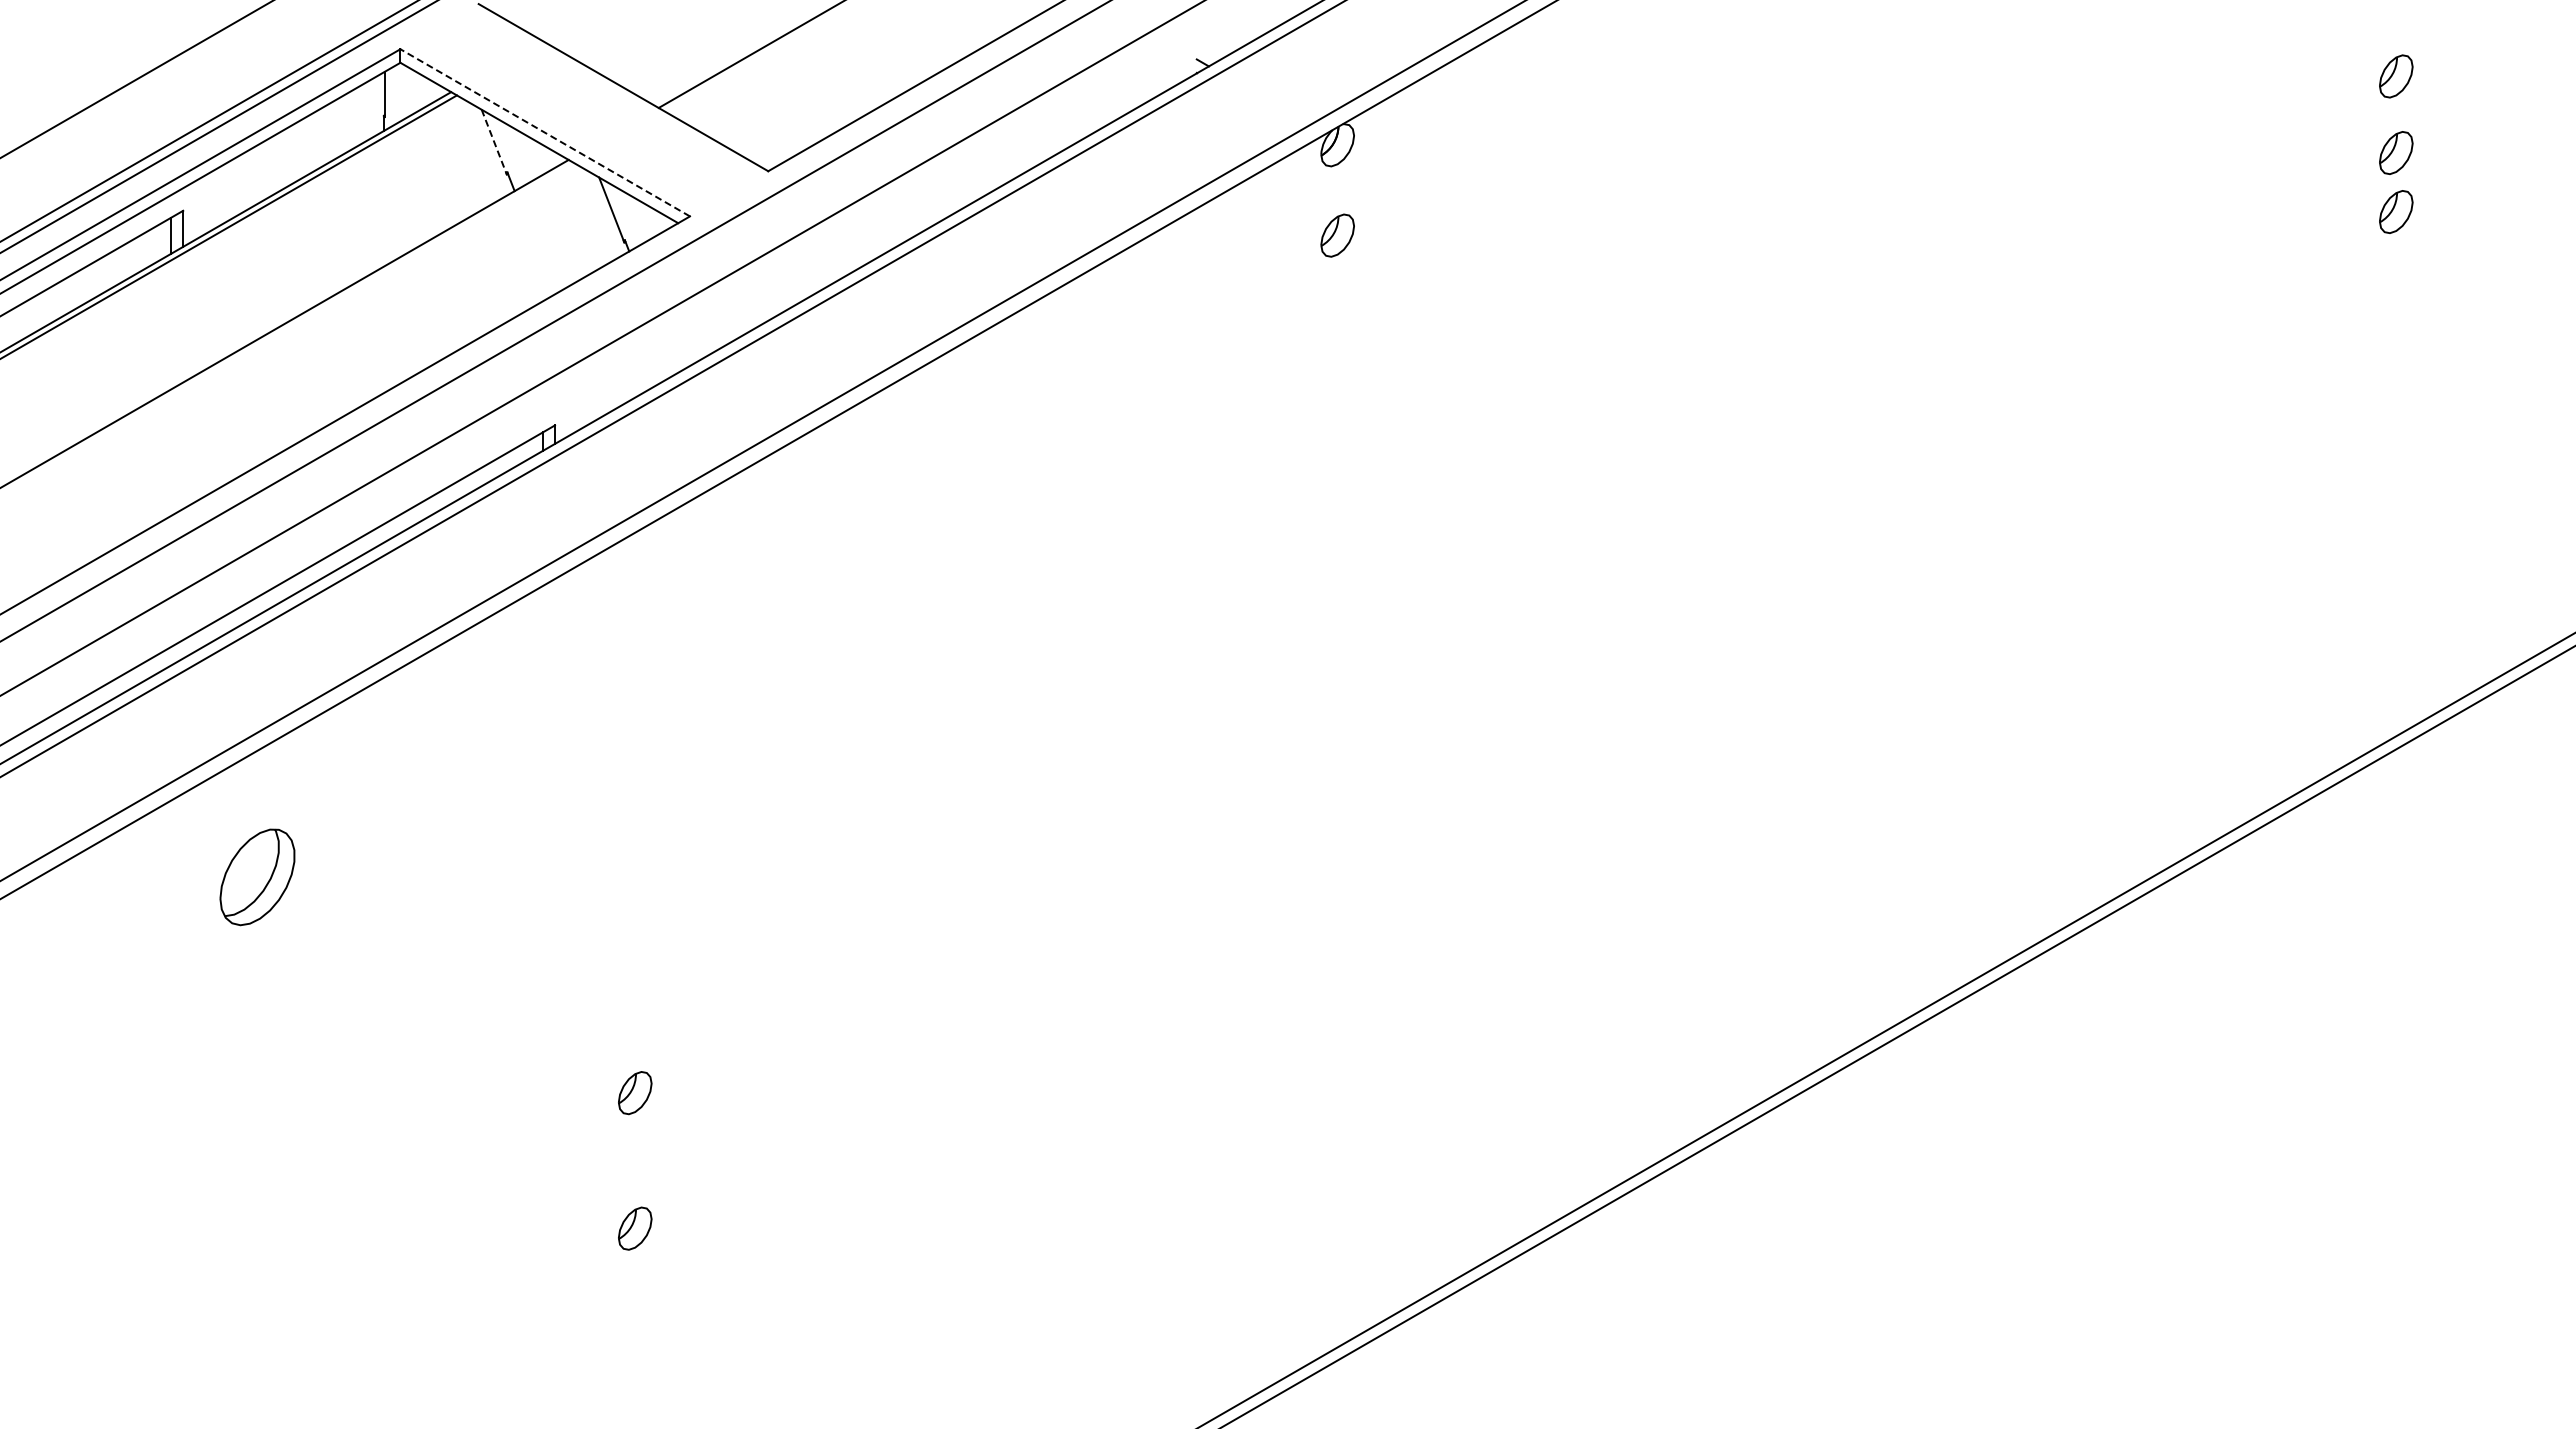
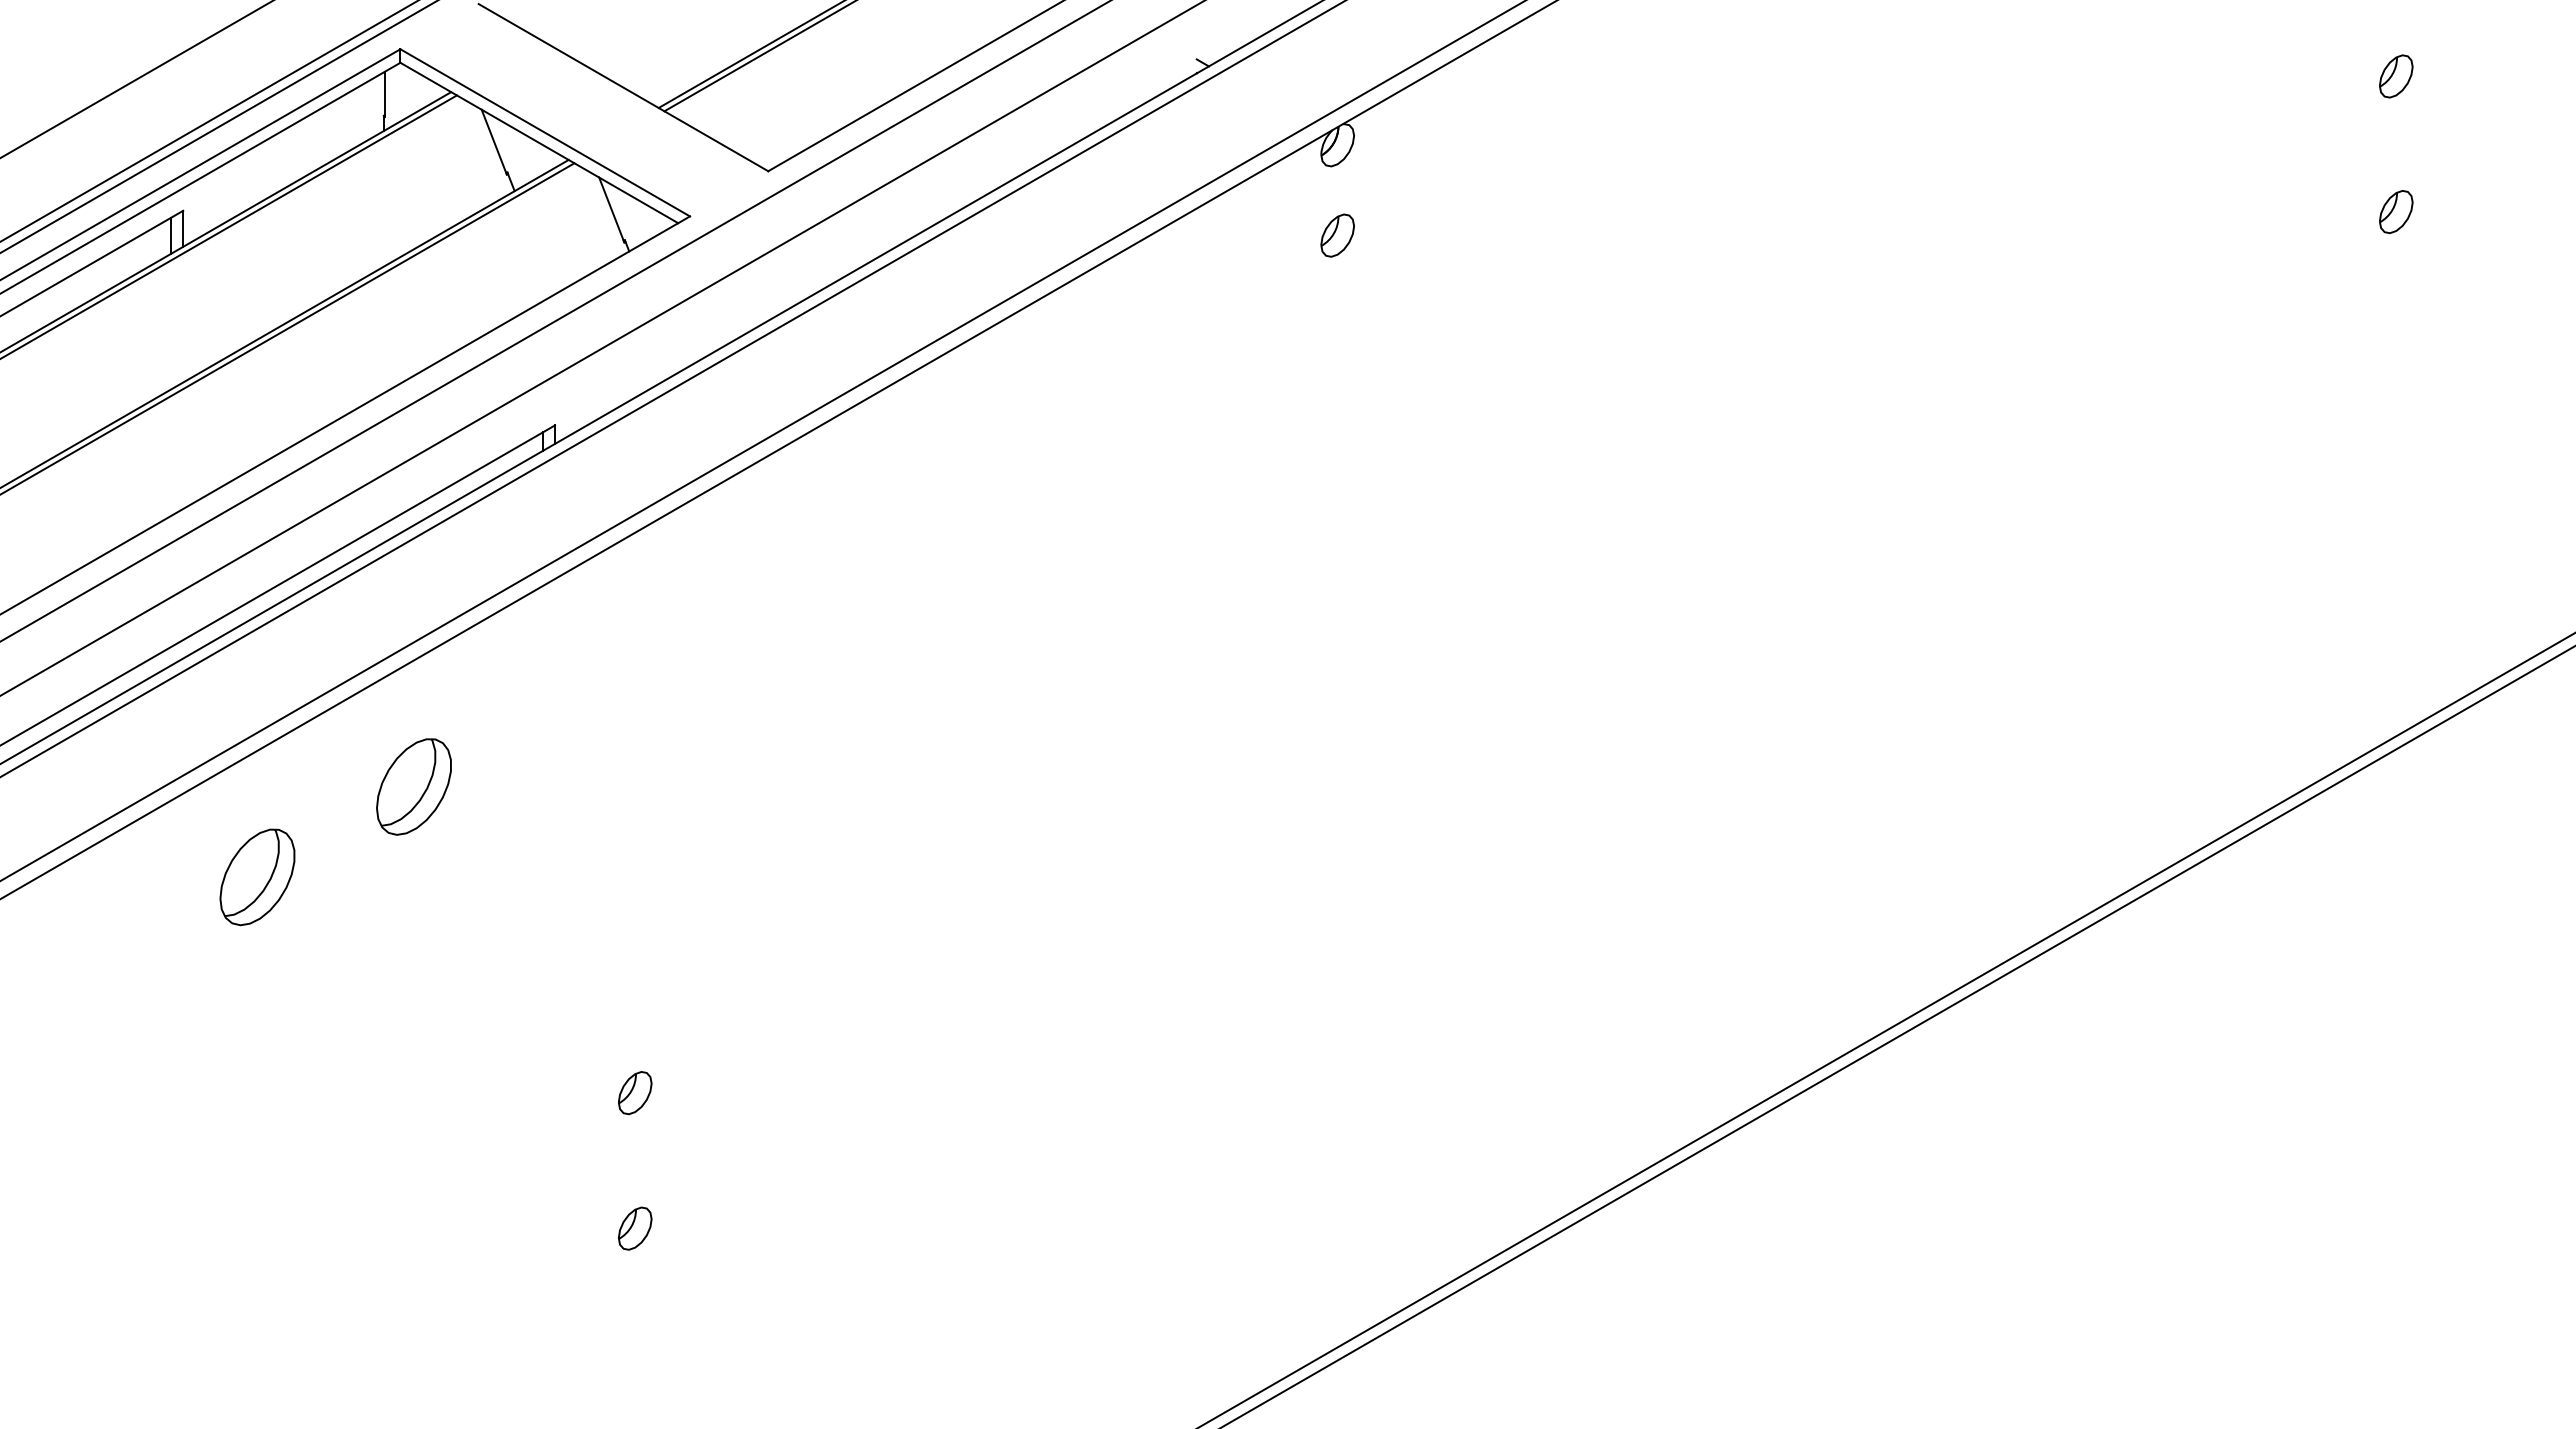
line at (758, 56): none -> present
line at (544, 132): dashed -> solid
line at (494, 142): dashed -> solid
part at (2396, 152): present -> none
line at (288, 328): none -> present
part at (413, 786): none -> present
